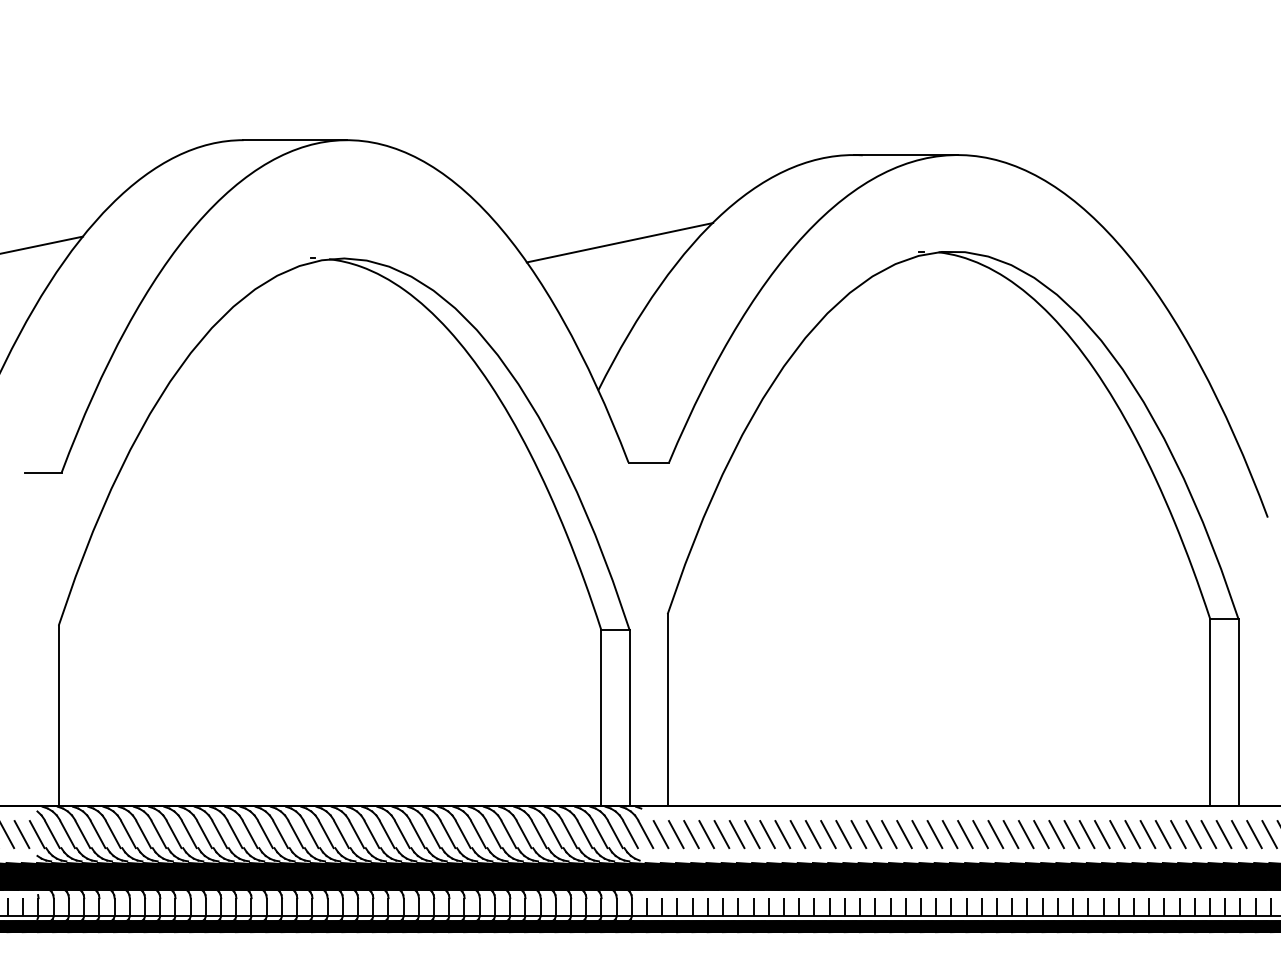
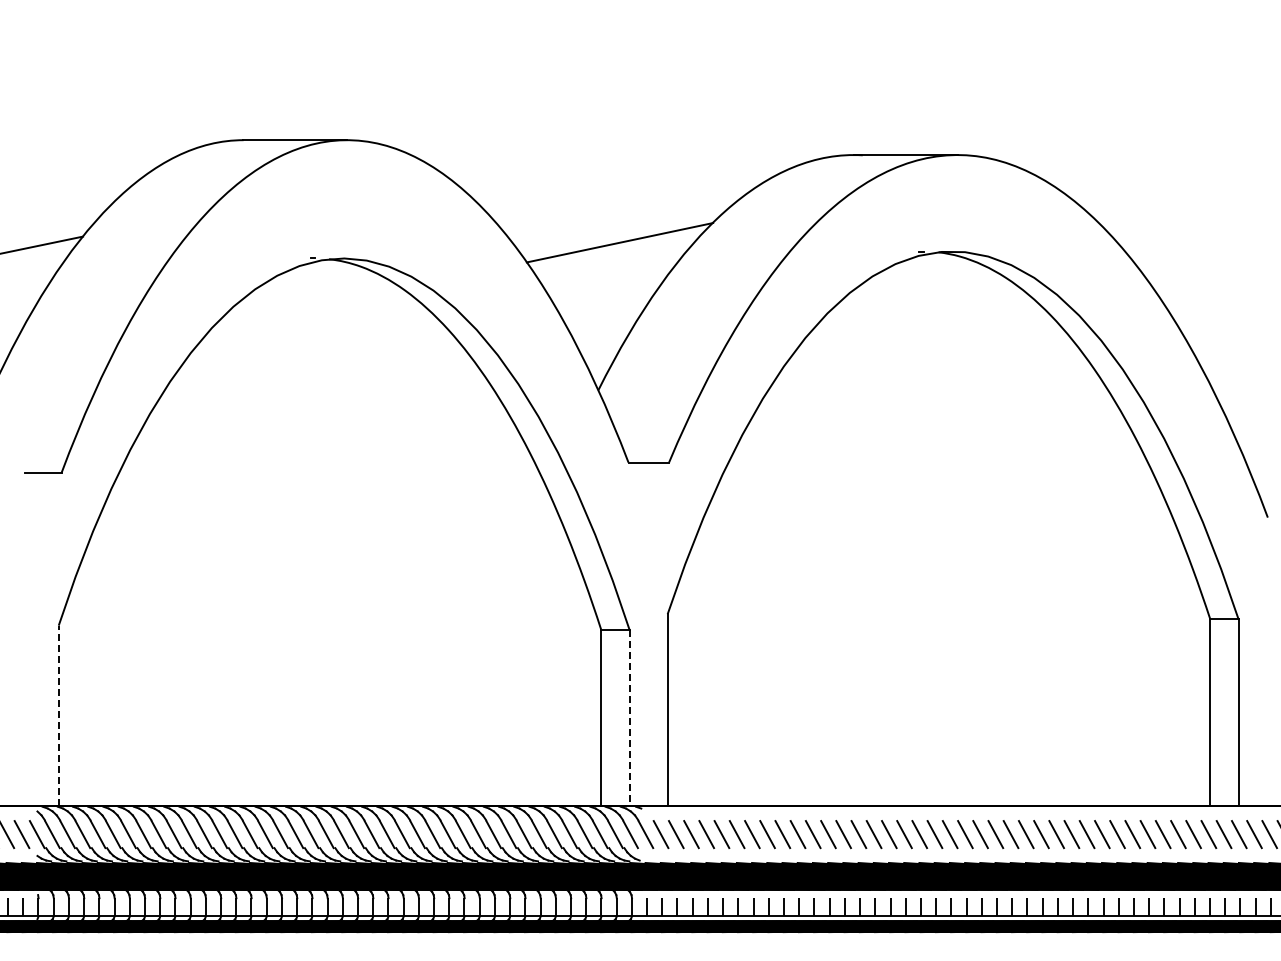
line at (58, 715): solid -> dashed
line at (629, 718): solid -> dashed
